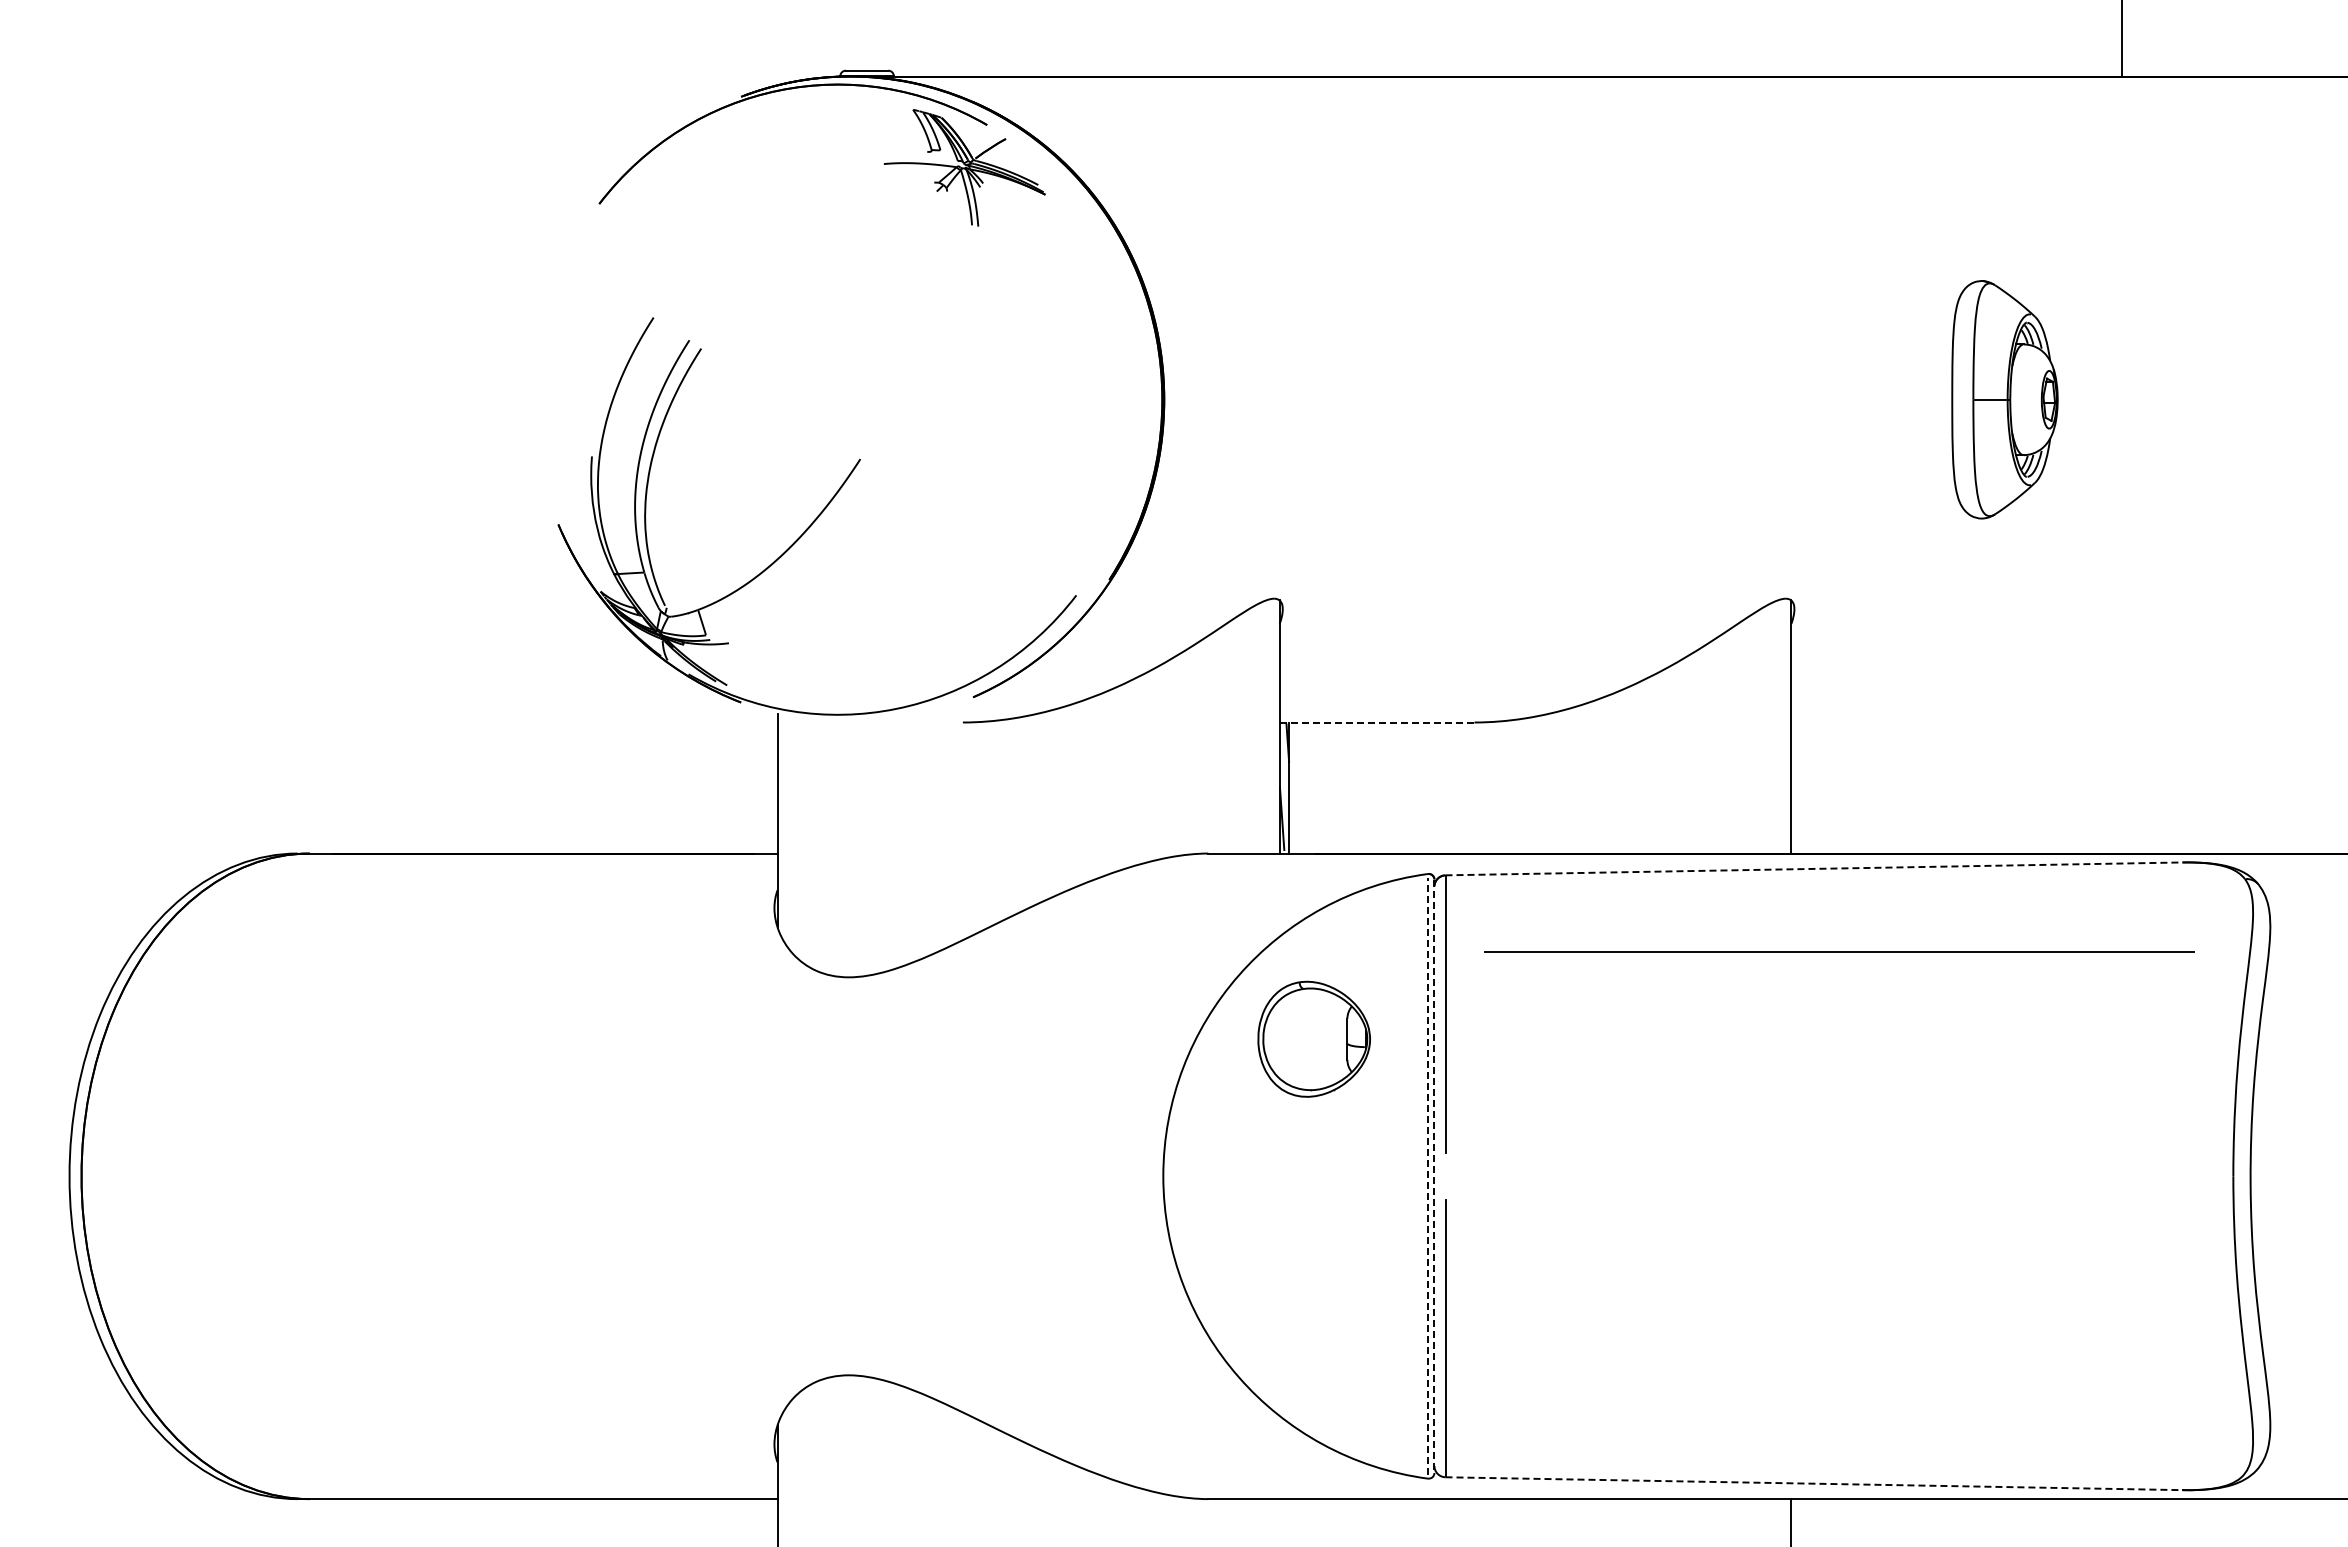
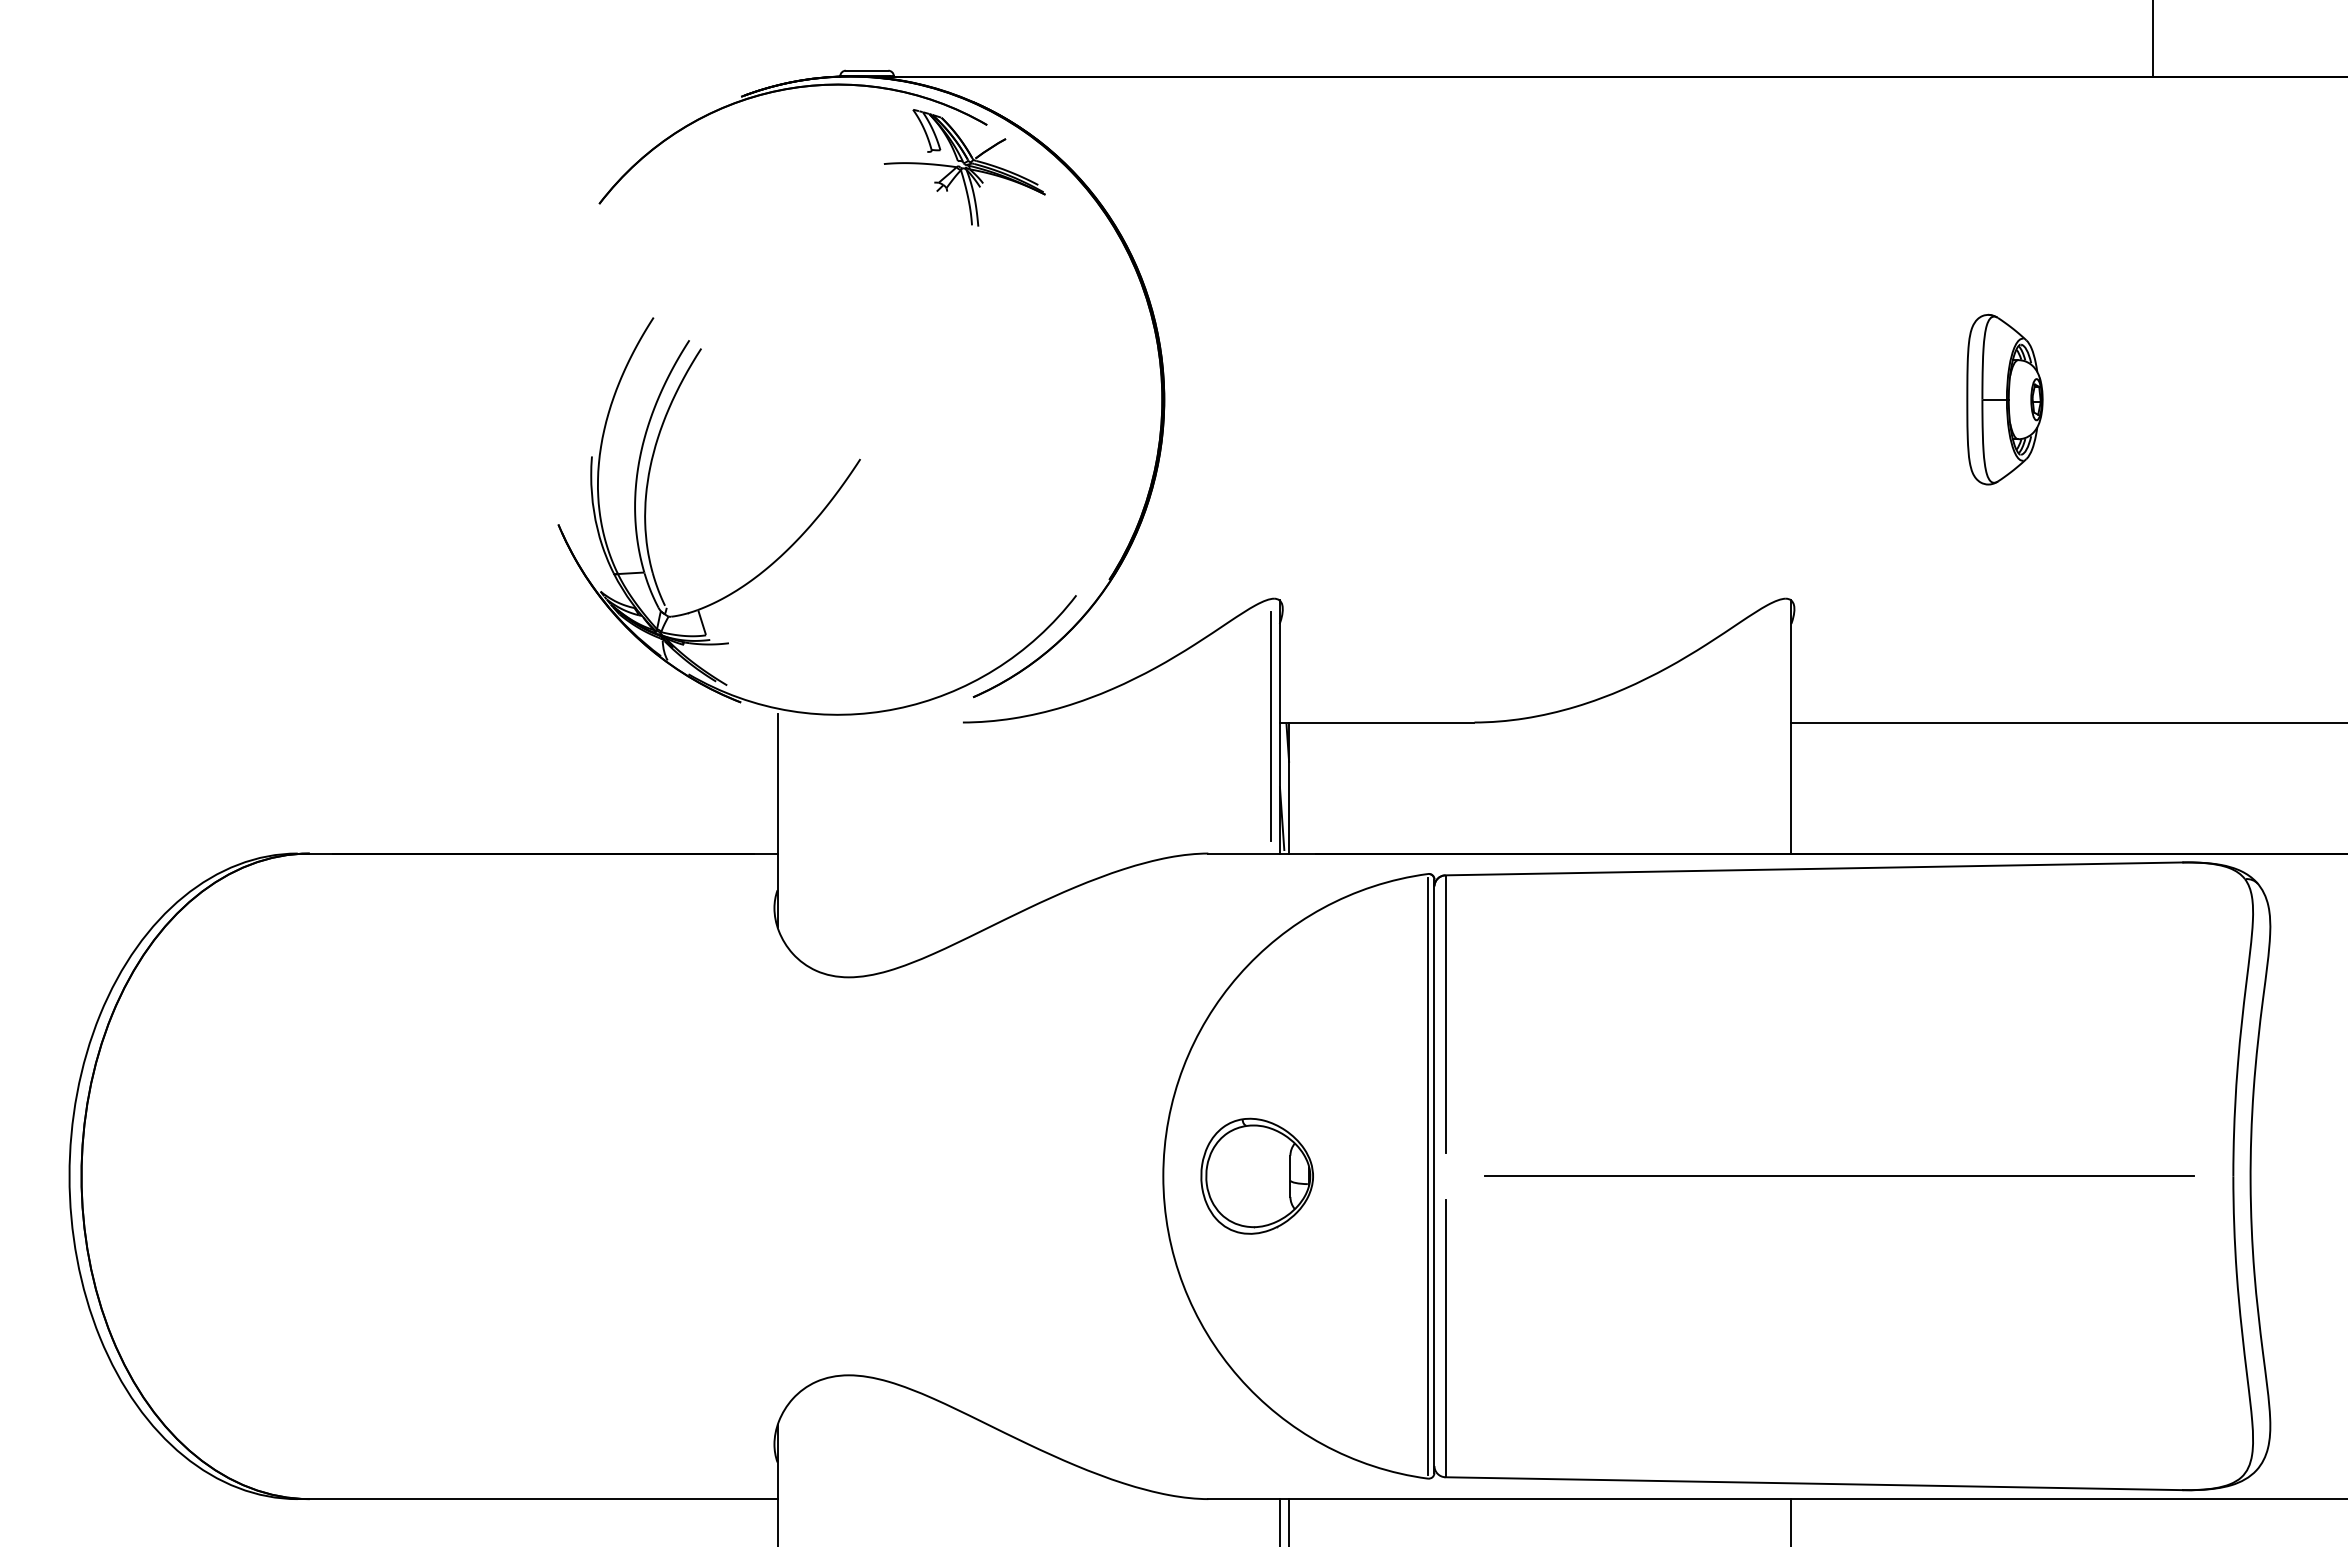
line at (2121, 39) position: (2121, 39) -> (2152, 39)
part at (2004, 399) size: 108x240 px -> 78x173 px
line at (1376, 722): dashed -> solid
line at (2067, 722): none -> present
line at (1271, 725): none -> present
line at (1813, 868): dashed -> solid
line at (1839, 951) position: (1839, 951) -> (1839, 1175)
part at (1313, 1038) position: (1313, 1038) -> (1256, 1175)
line at (1428, 1176): dashed -> solid
line at (1434, 1176): dashed -> solid
line at (1813, 1483): dashed -> solid
line at (1279, 1521): none -> present
line at (1289, 1521): none -> present
